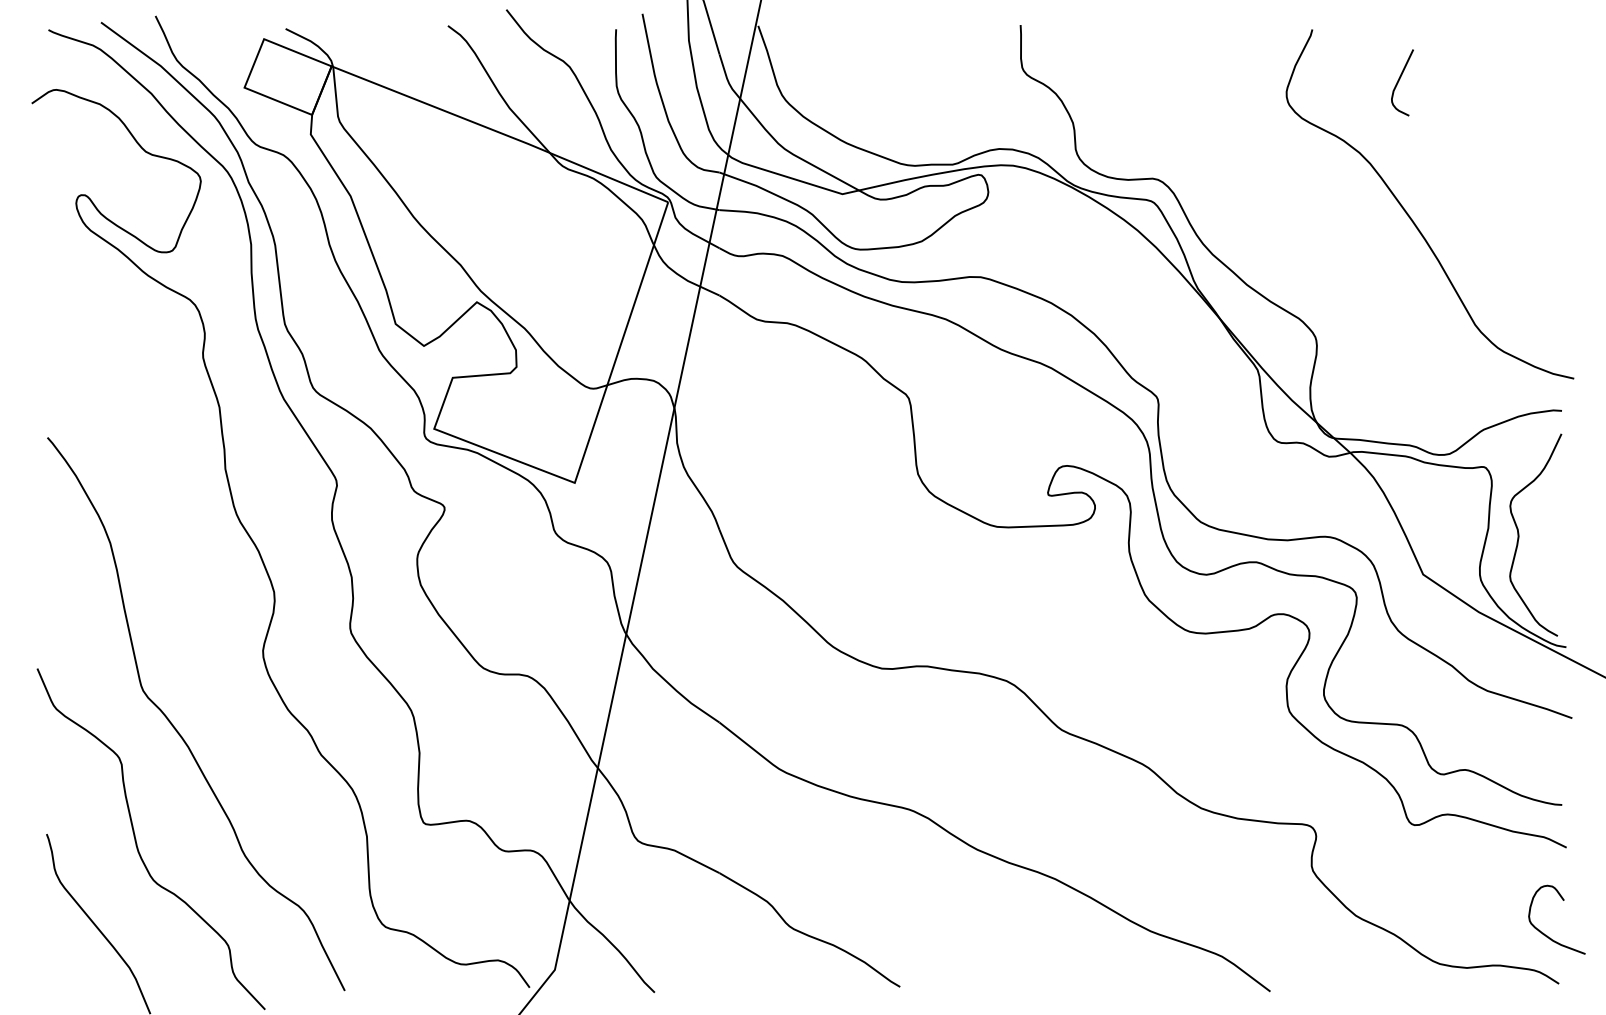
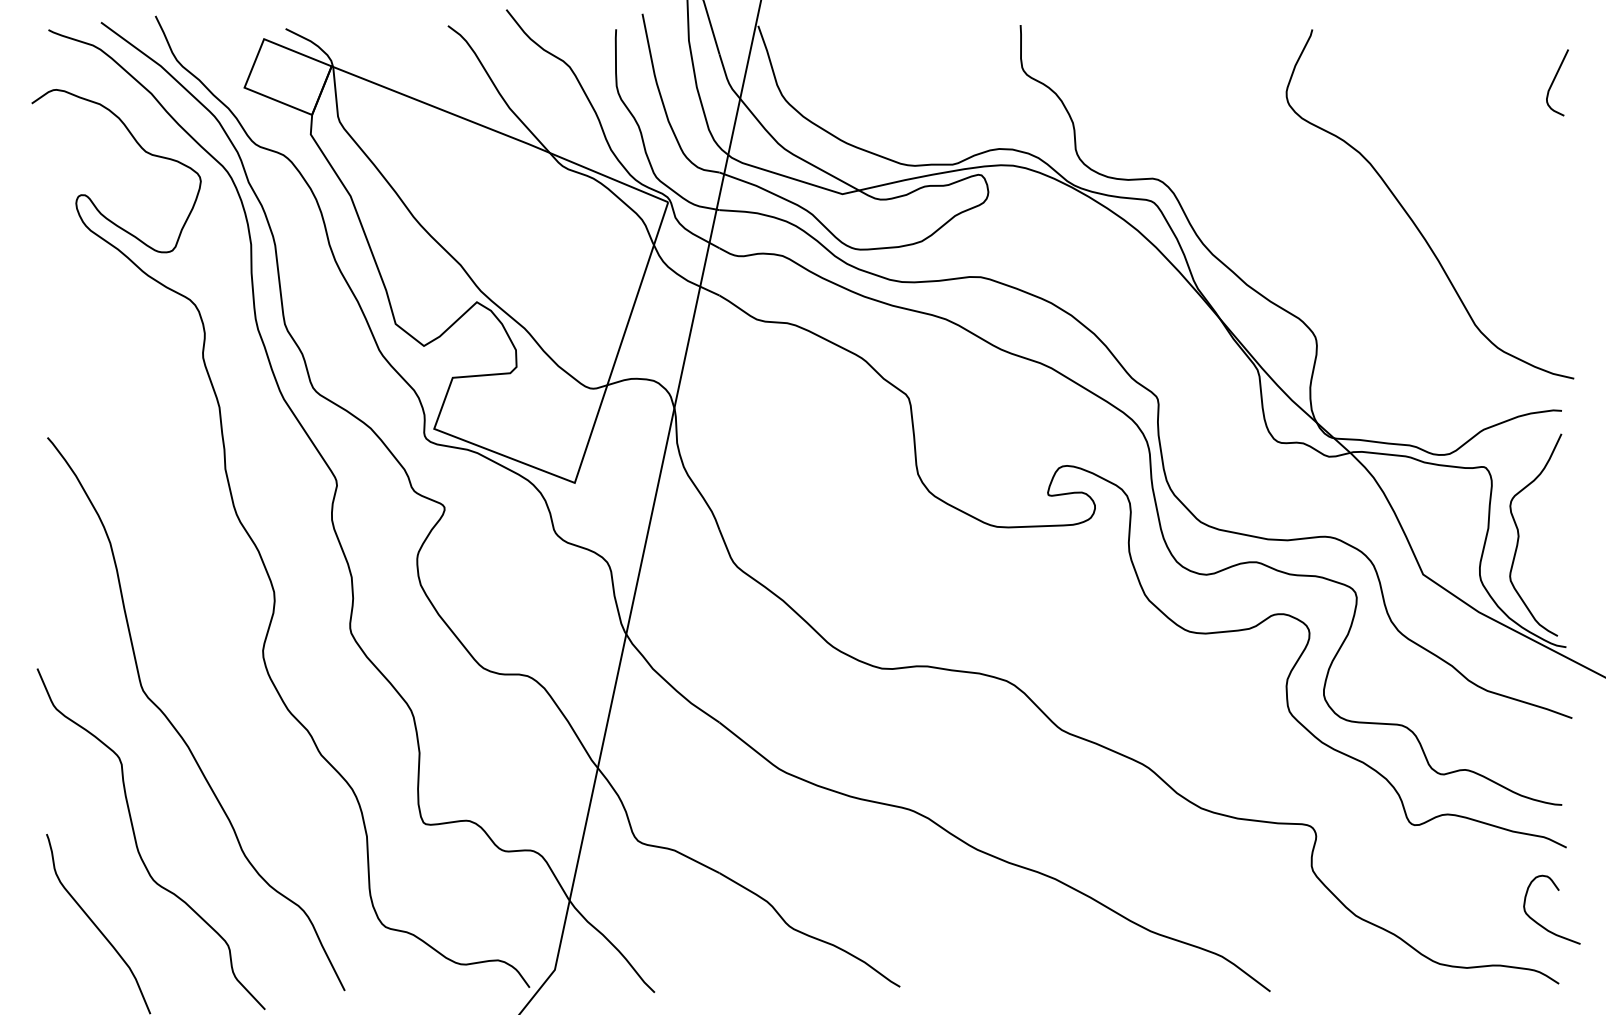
curve at (1399, 81) position: (1399, 81) -> (1554, 81)
curve at (1547, 935) position: (1547, 935) -> (1542, 925)
